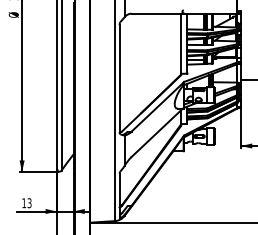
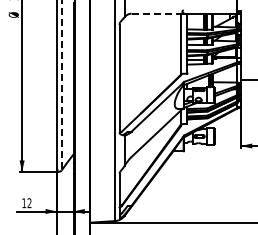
line at (158, 13): solid -> dashed
line at (61, 85): solid -> dashed
text at (29, 203): 13 -> 12
